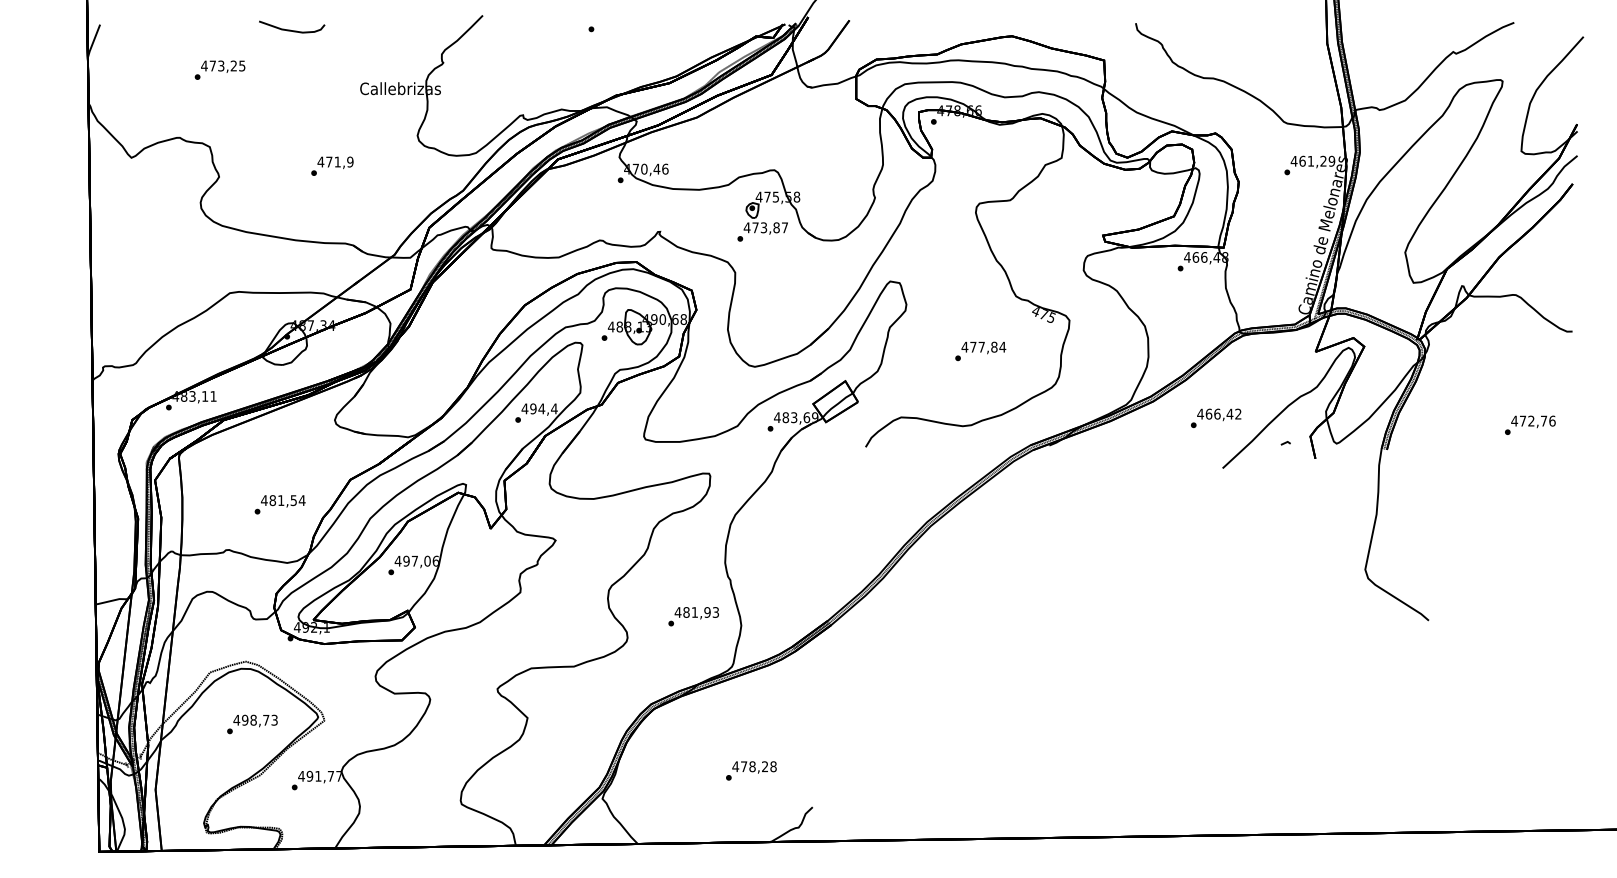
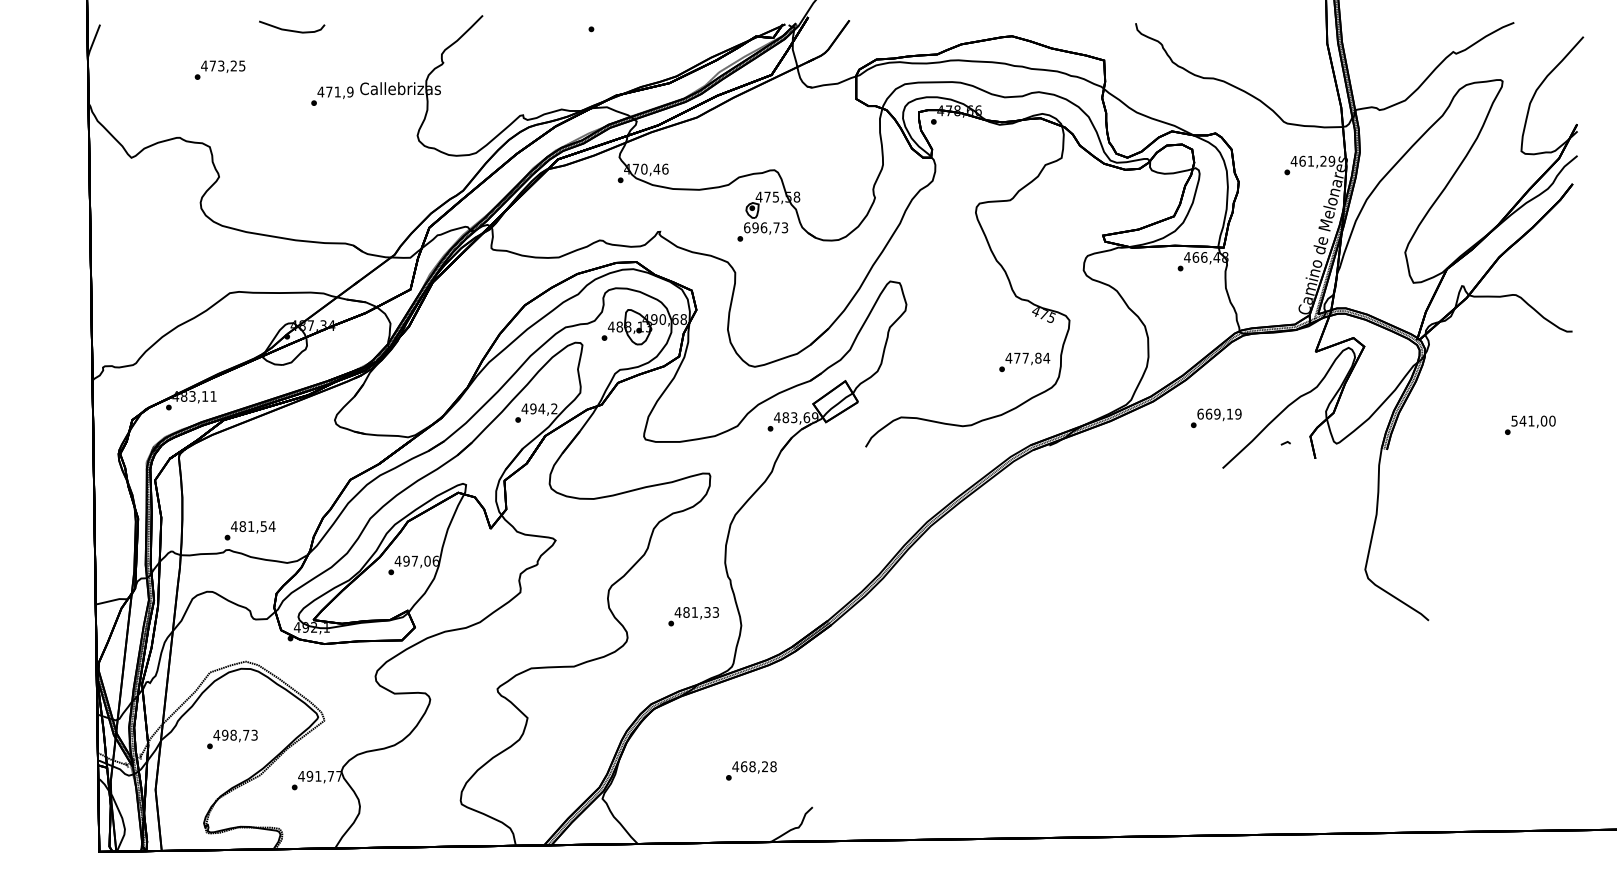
text at (332, 165) position: (332, 165) -> (332, 95)
text at (765, 227): 473,87 -> 696,73
text at (980, 351) position: (980, 351) -> (1024, 362)
text at (554, 408): 494,4 -> 494,2
text at (1219, 413): 466,42 -> 669,19
text at (1533, 420): 472,76 -> 541,00
text at (279, 504) position: (279, 504) -> (249, 530)
text at (707, 612): 481,93 -> 481,33
text at (252, 724) position: (252, 724) -> (232, 739)
text at (744, 766): 478,28 -> 468,28
